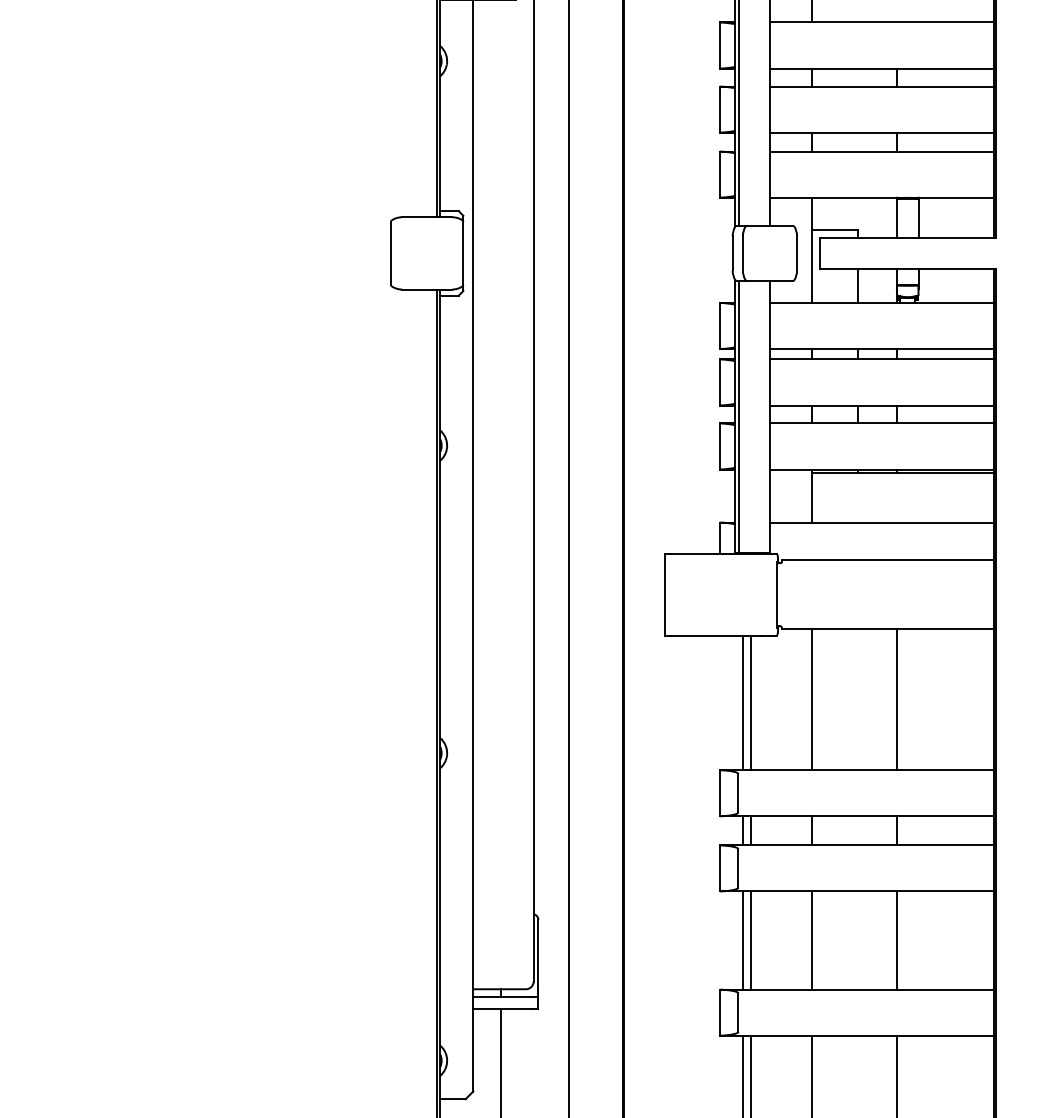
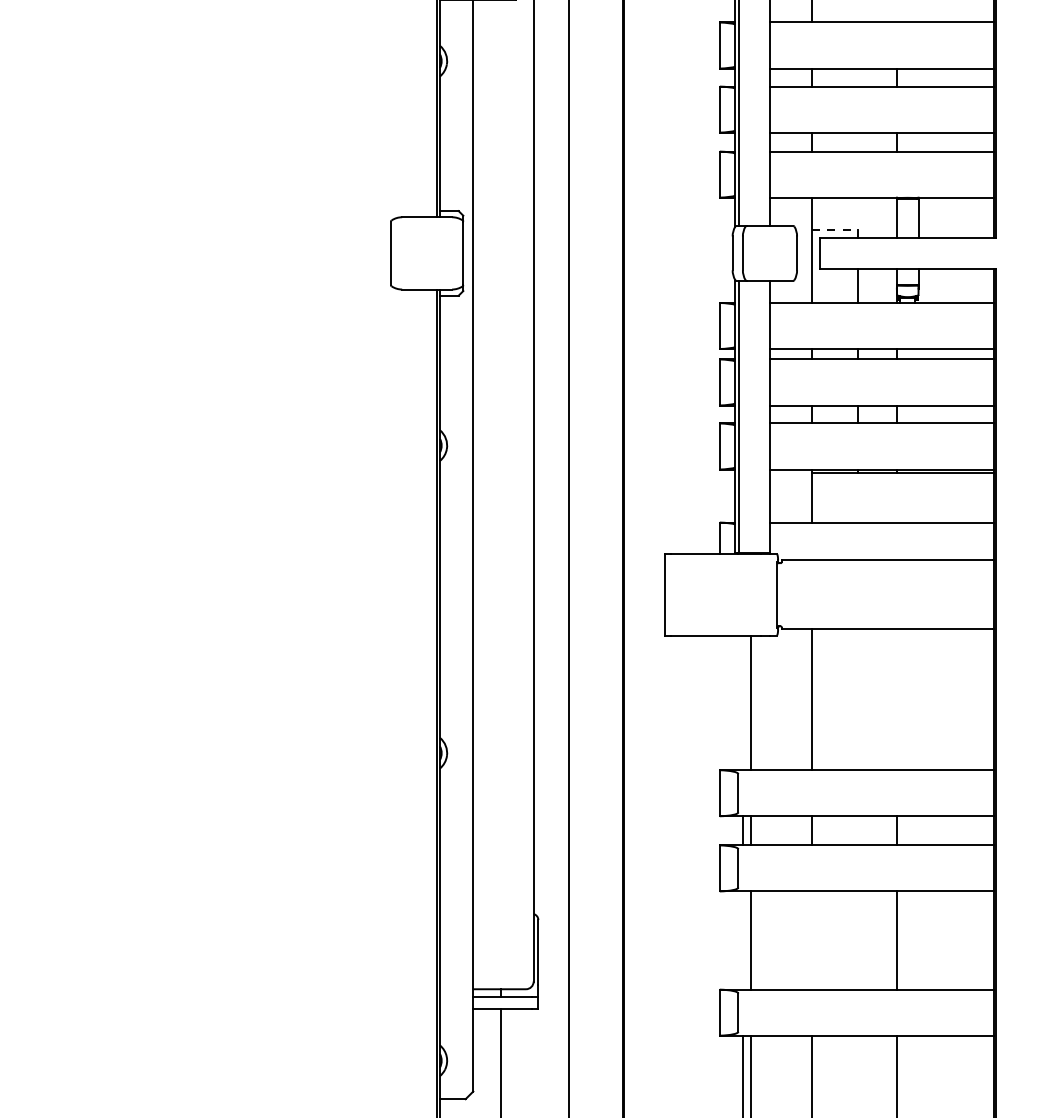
line at (835, 230): solid -> dashed
line at (896, 699): present -> none
line at (742, 702): present -> none
line at (742, 940): present -> none
line at (812, 940): present -> none
